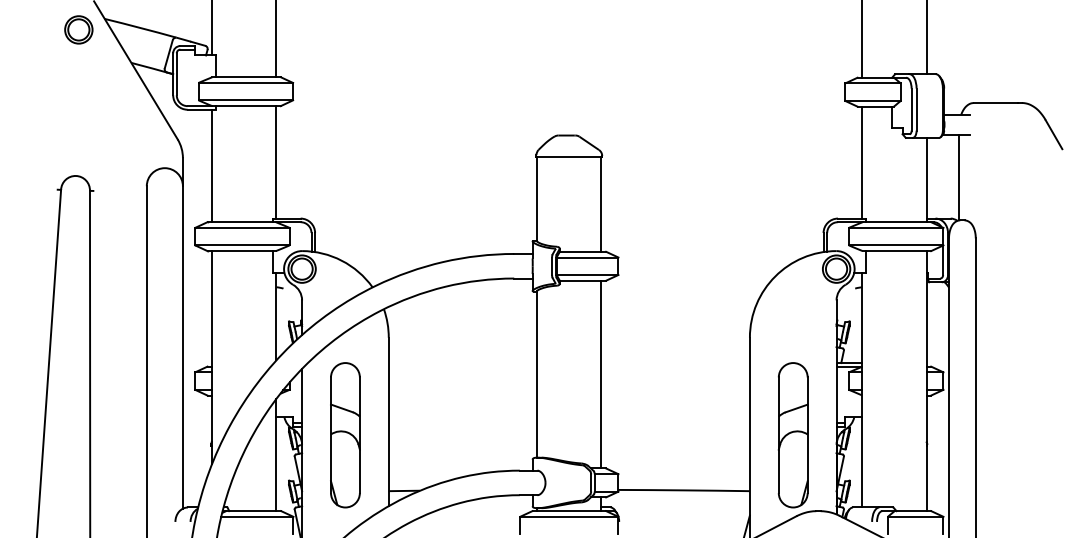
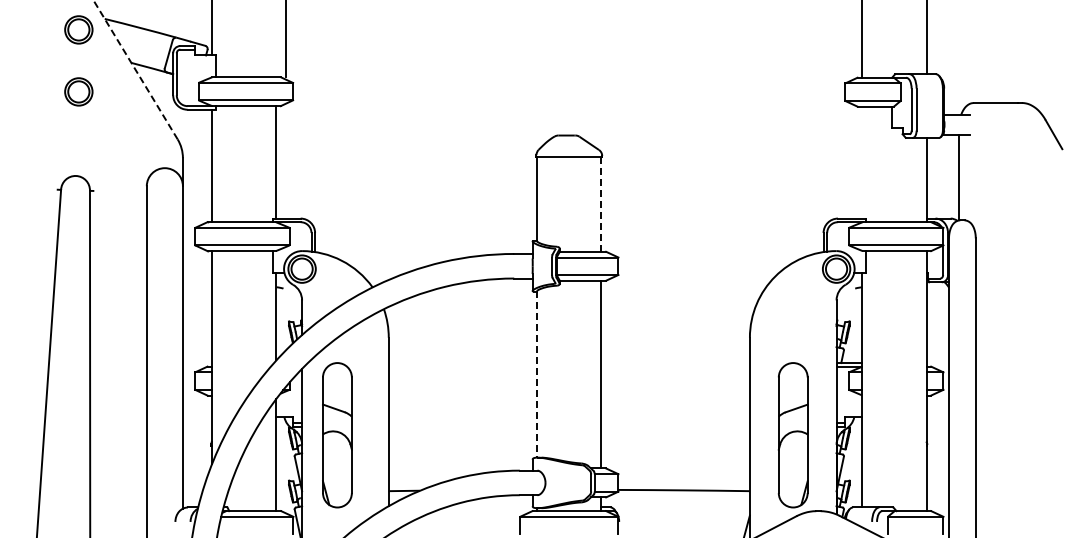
line at (276, 39) position: (276, 39) -> (286, 39)
line at (135, 70): solid -> dashed
part at (78, 91): none -> present
line at (862, 162): present -> none
line at (601, 205): solid -> dashed
line at (537, 374): solid -> dashed
part at (345, 435) position: (345, 435) -> (337, 435)
